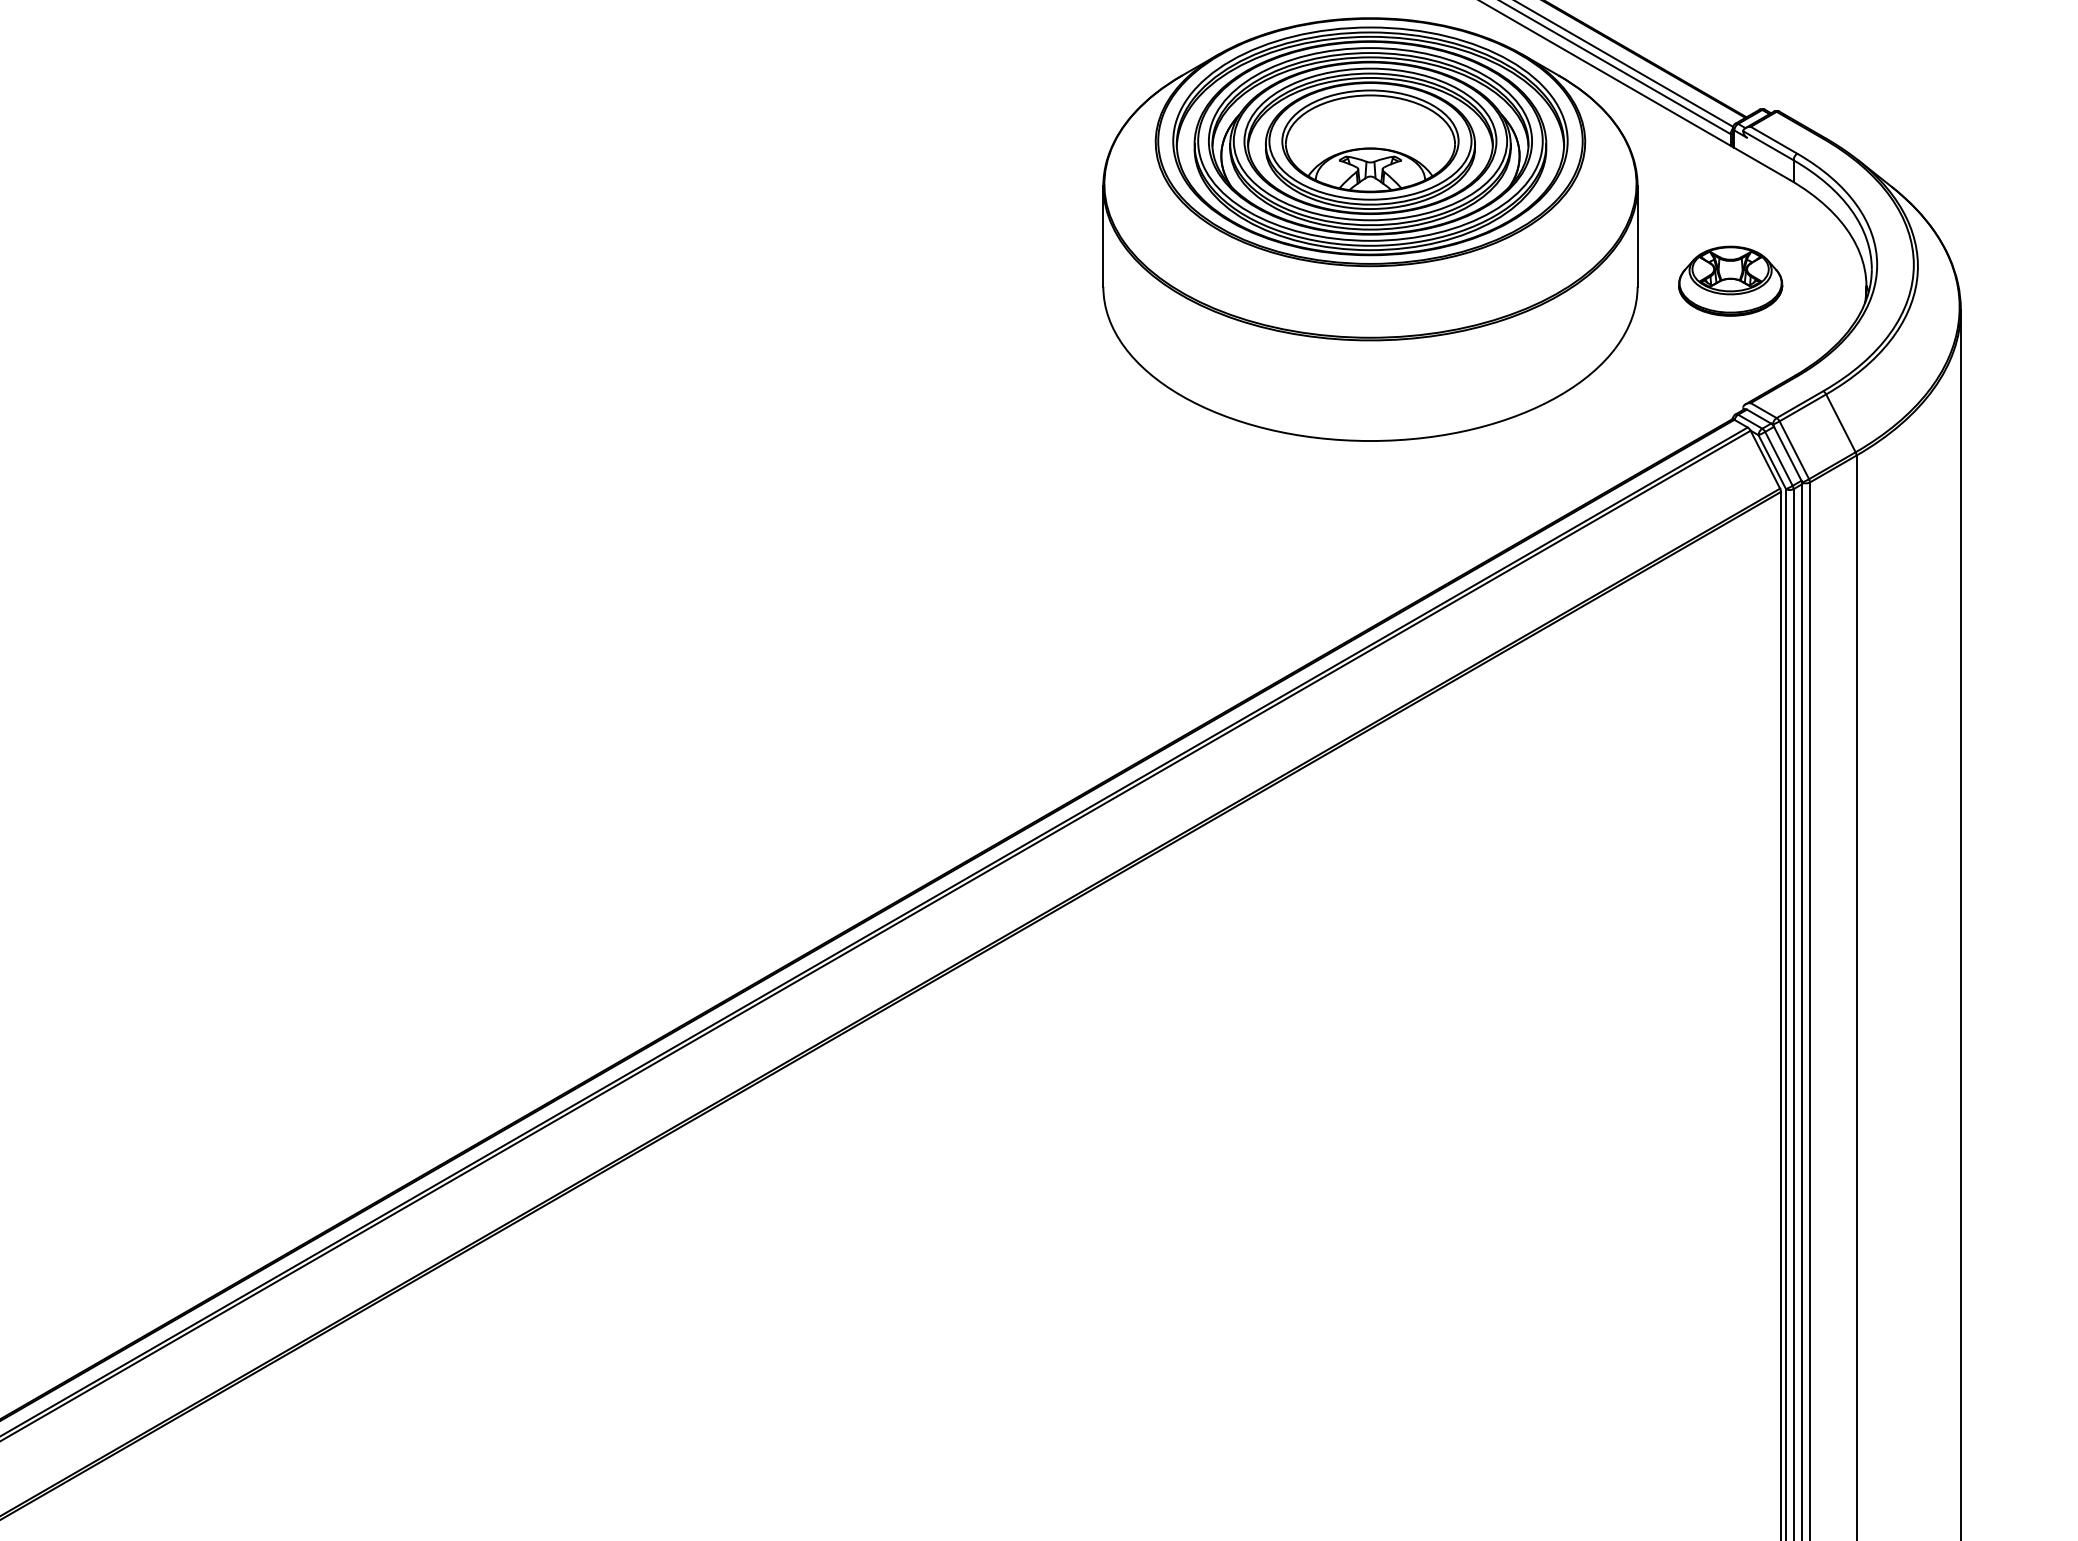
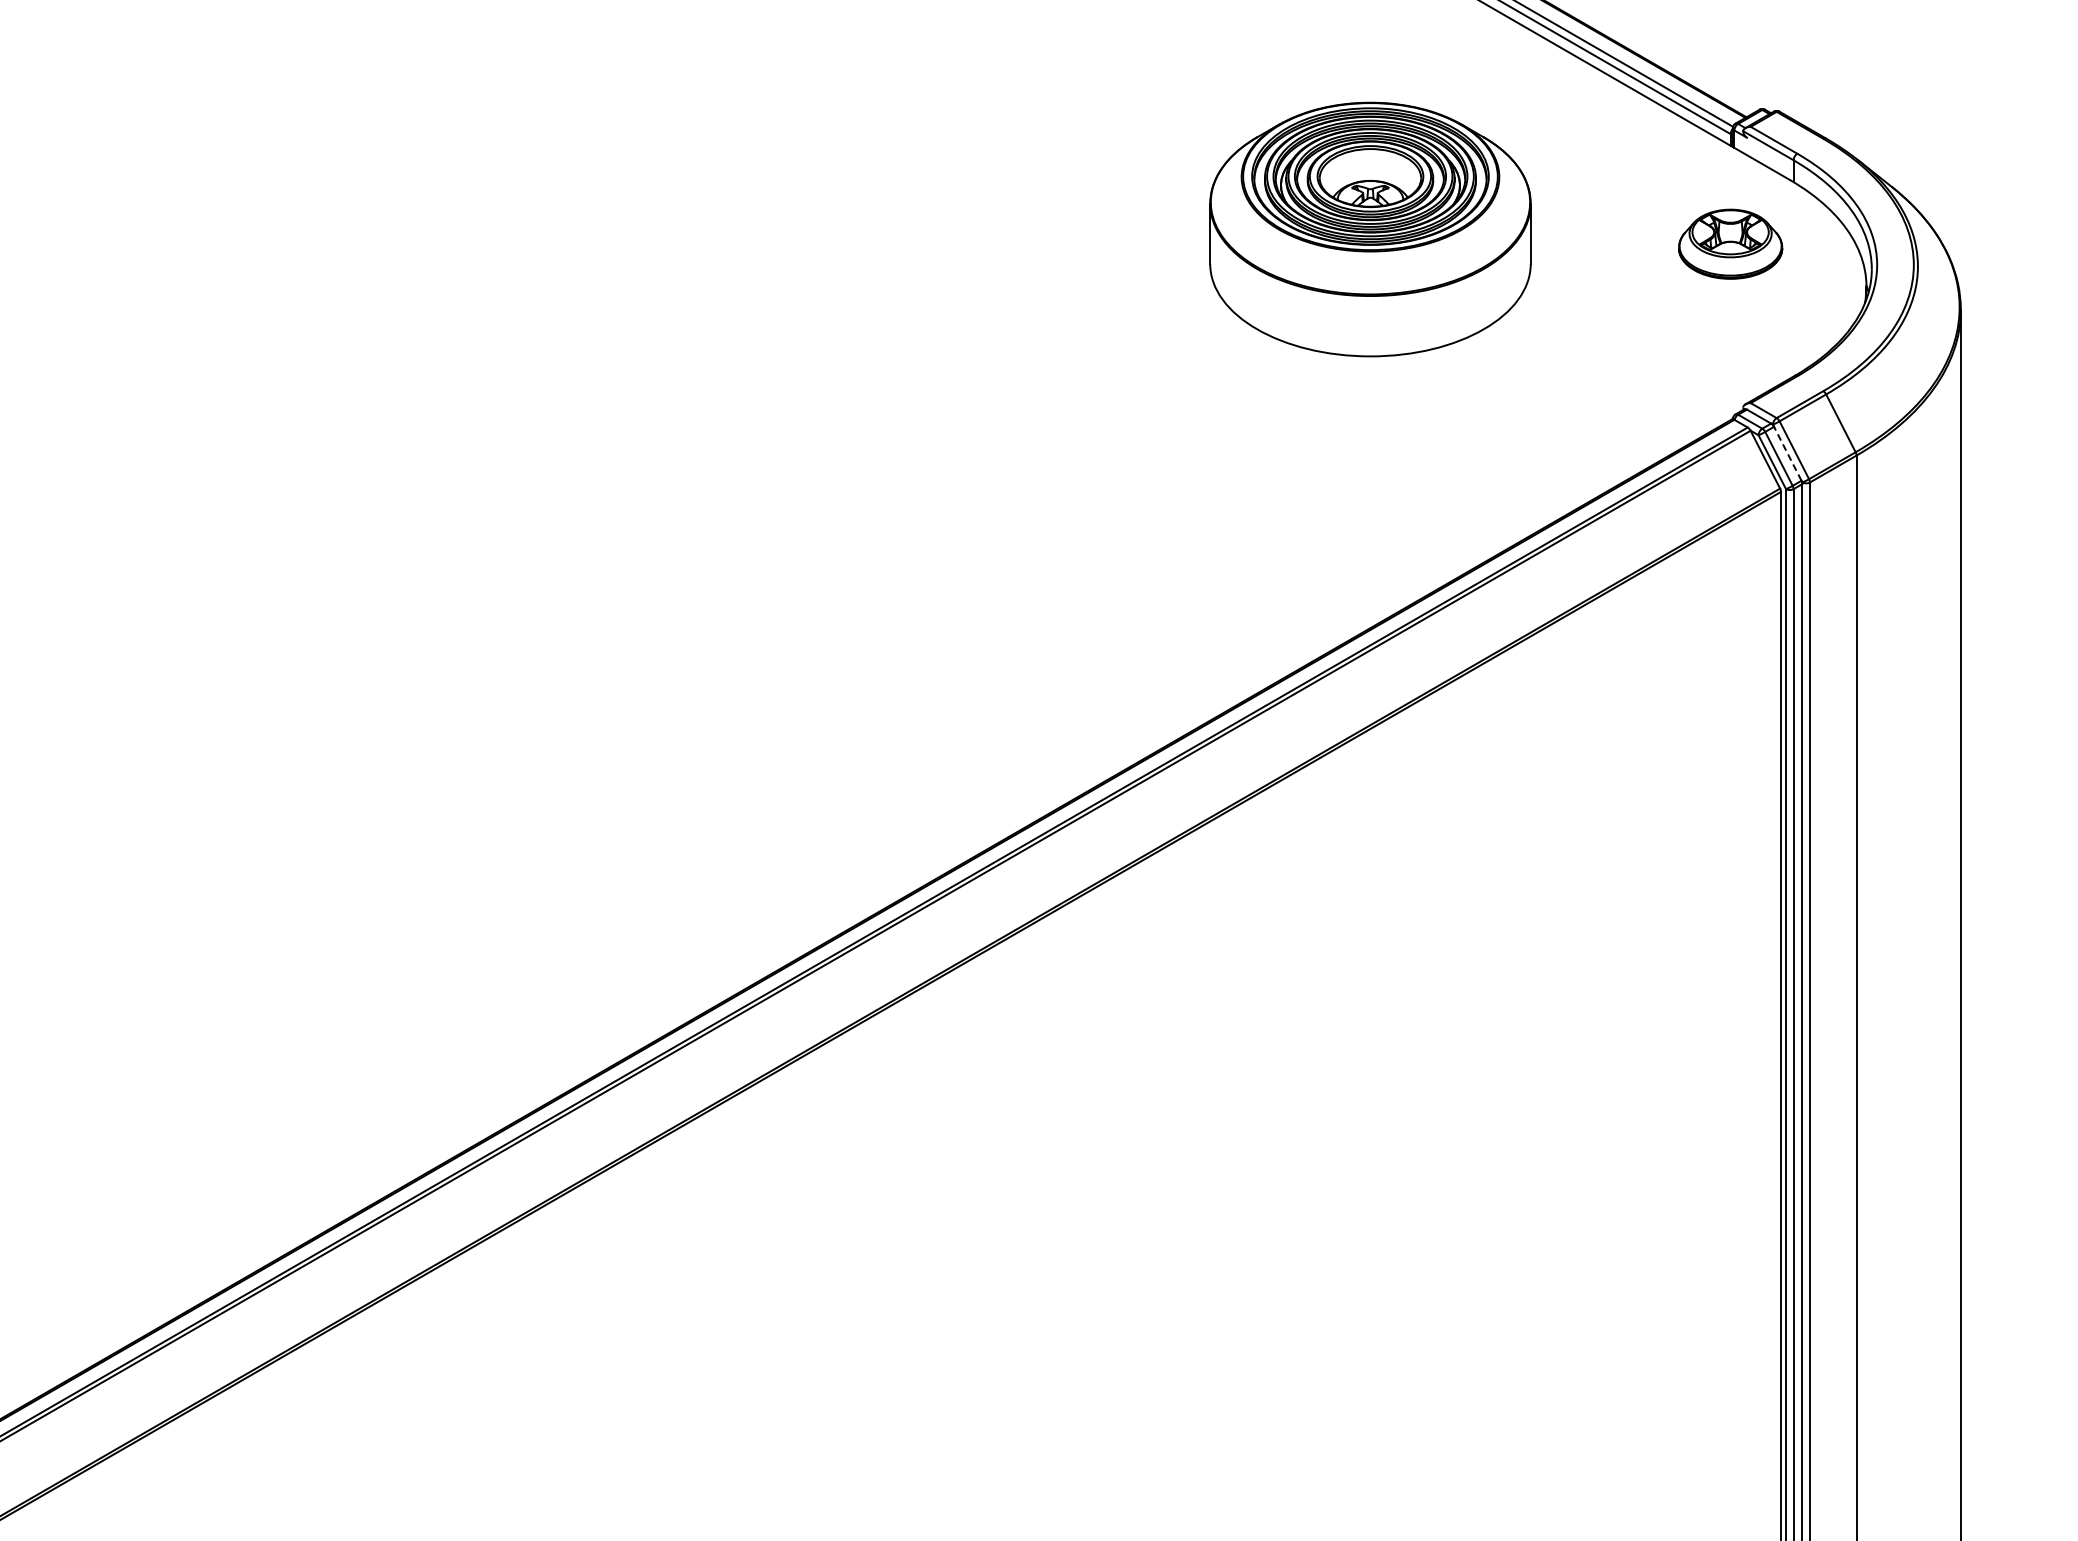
part at (1370, 229) size: 537x425 px -> 323x257 px
part at (1730, 280) position: (1730, 280) -> (1730, 243)
line at (1787, 453): solid -> dashed
